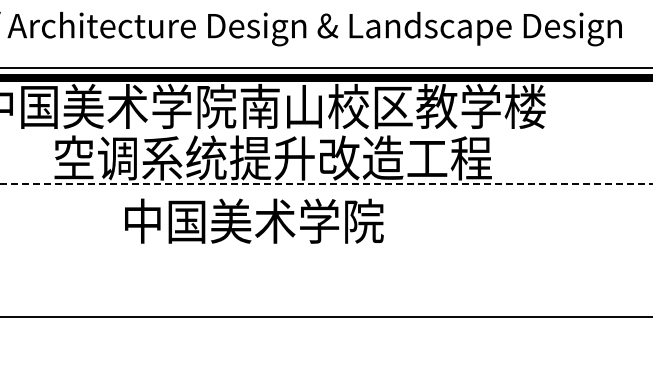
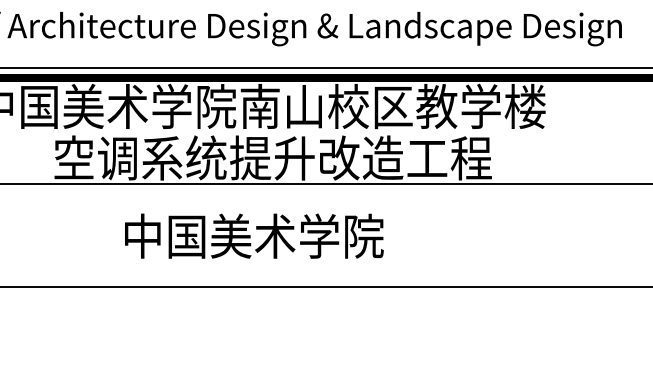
line at (326, 183): dashed -> solid
text at (254, 220) position: (254, 220) -> (254, 235)
line at (325, 316) position: (325, 316) -> (325, 286)
